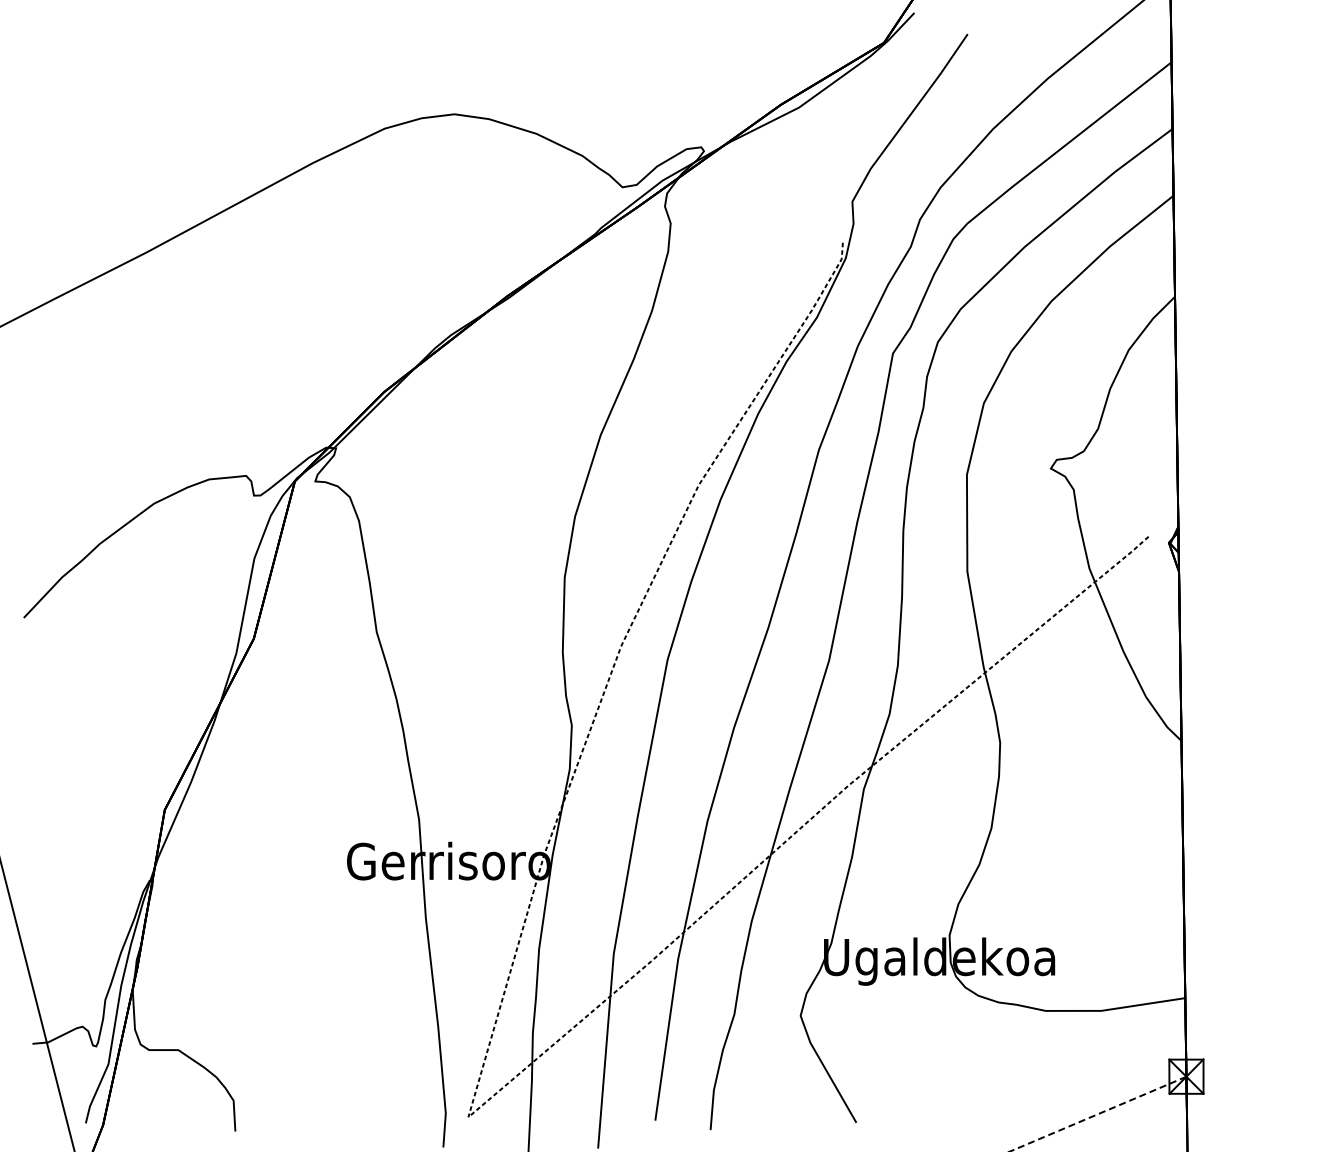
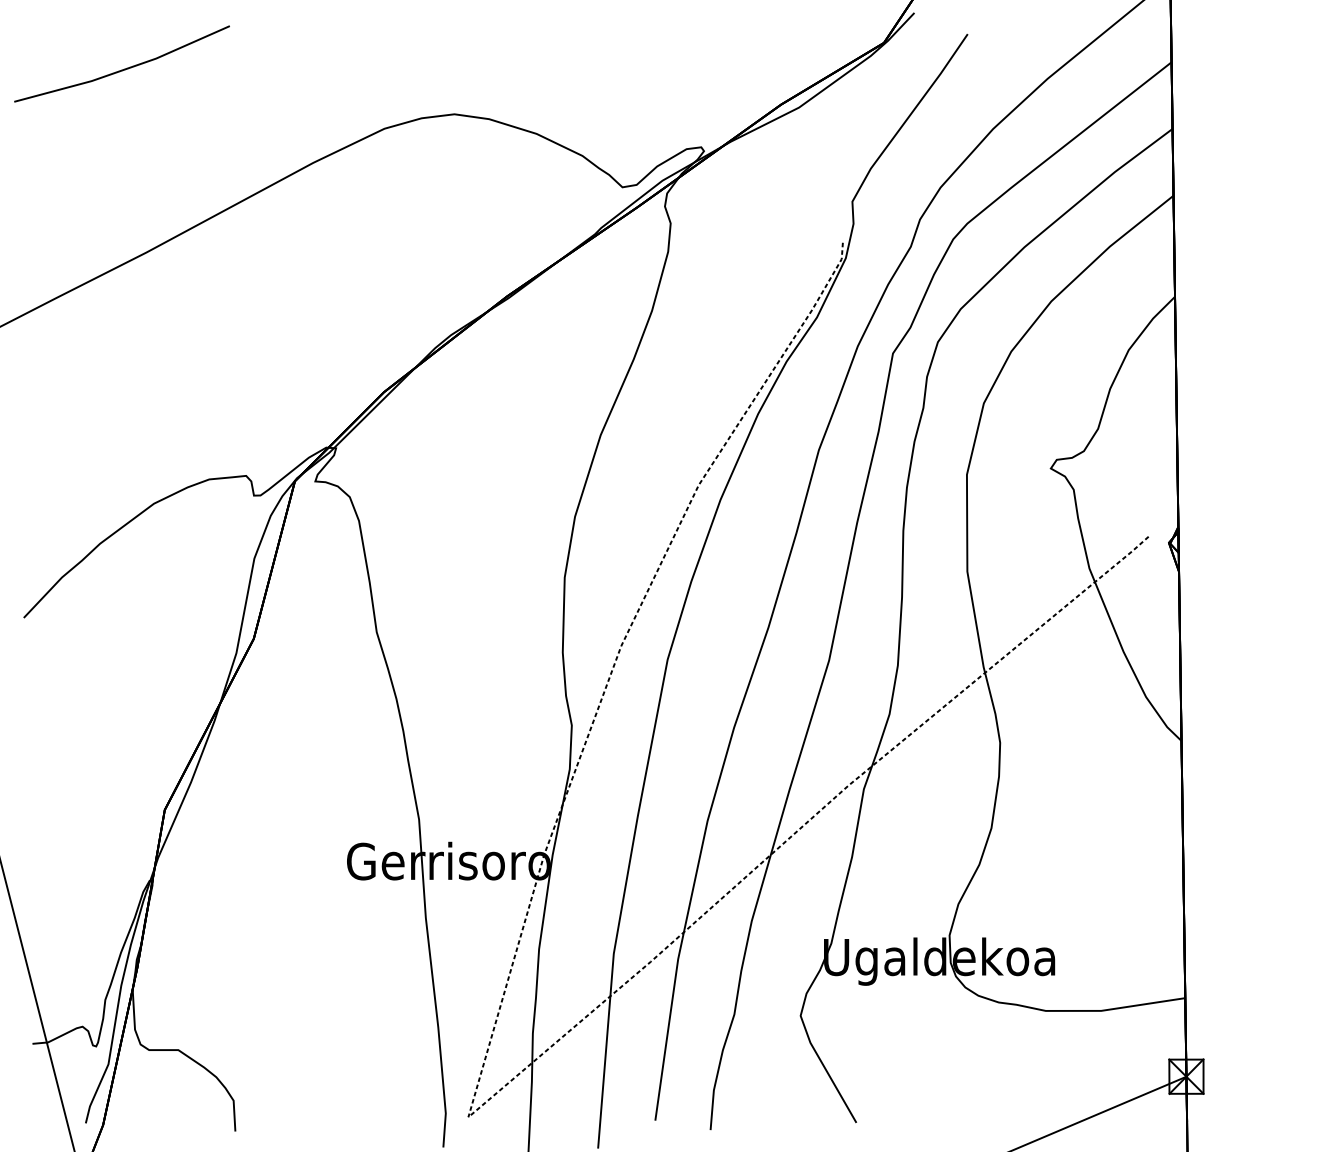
line at (124, 68): none -> present
line at (1097, 1114): dashed -> solid
